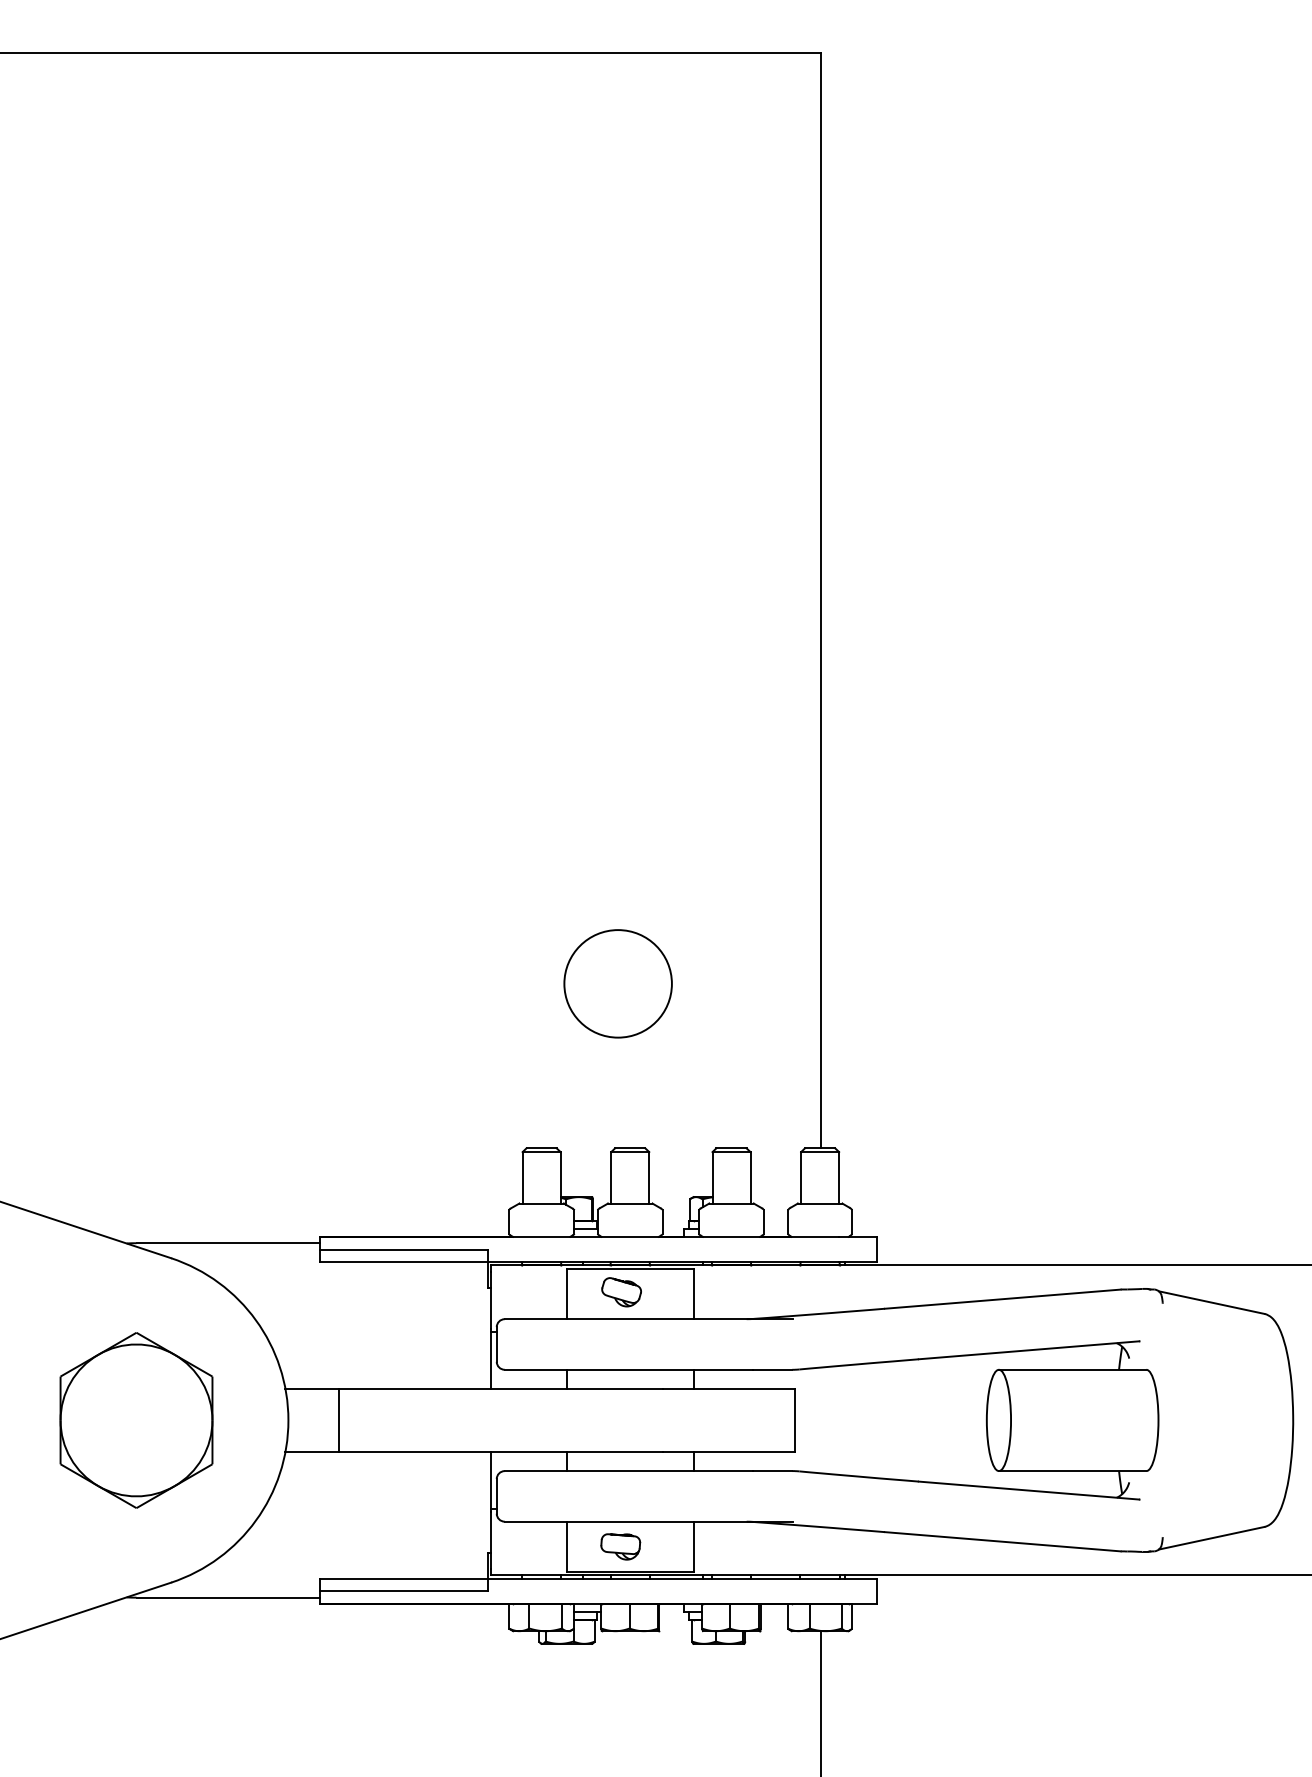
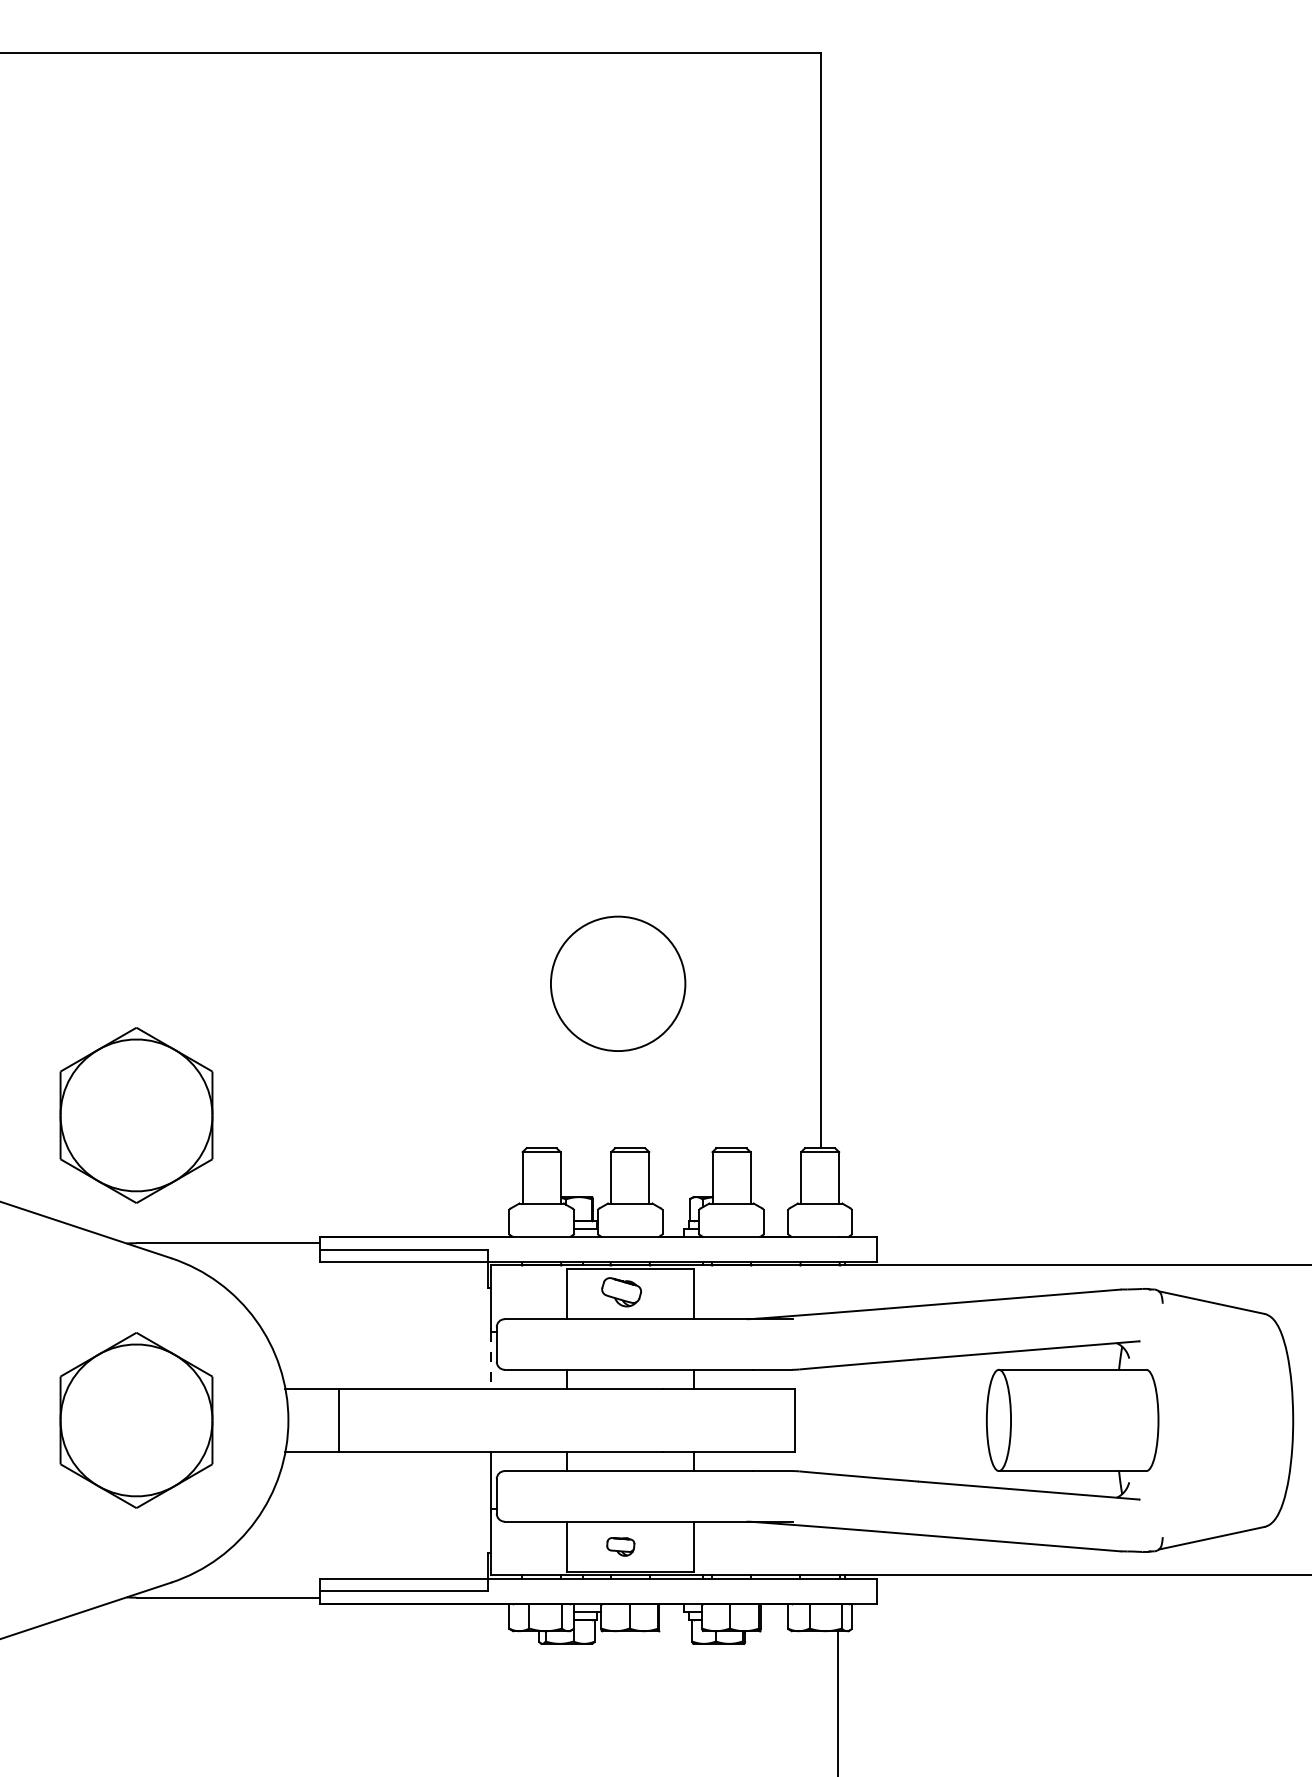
circle at (617, 983) diameter: 108 px -> 134 px
part at (136, 1115): none -> present
line at (490, 1360): solid -> dashed
part at (620, 1546) size: 42x28 px -> 30x20 px
line at (820, 1702) position: (820, 1702) -> (837, 1702)
